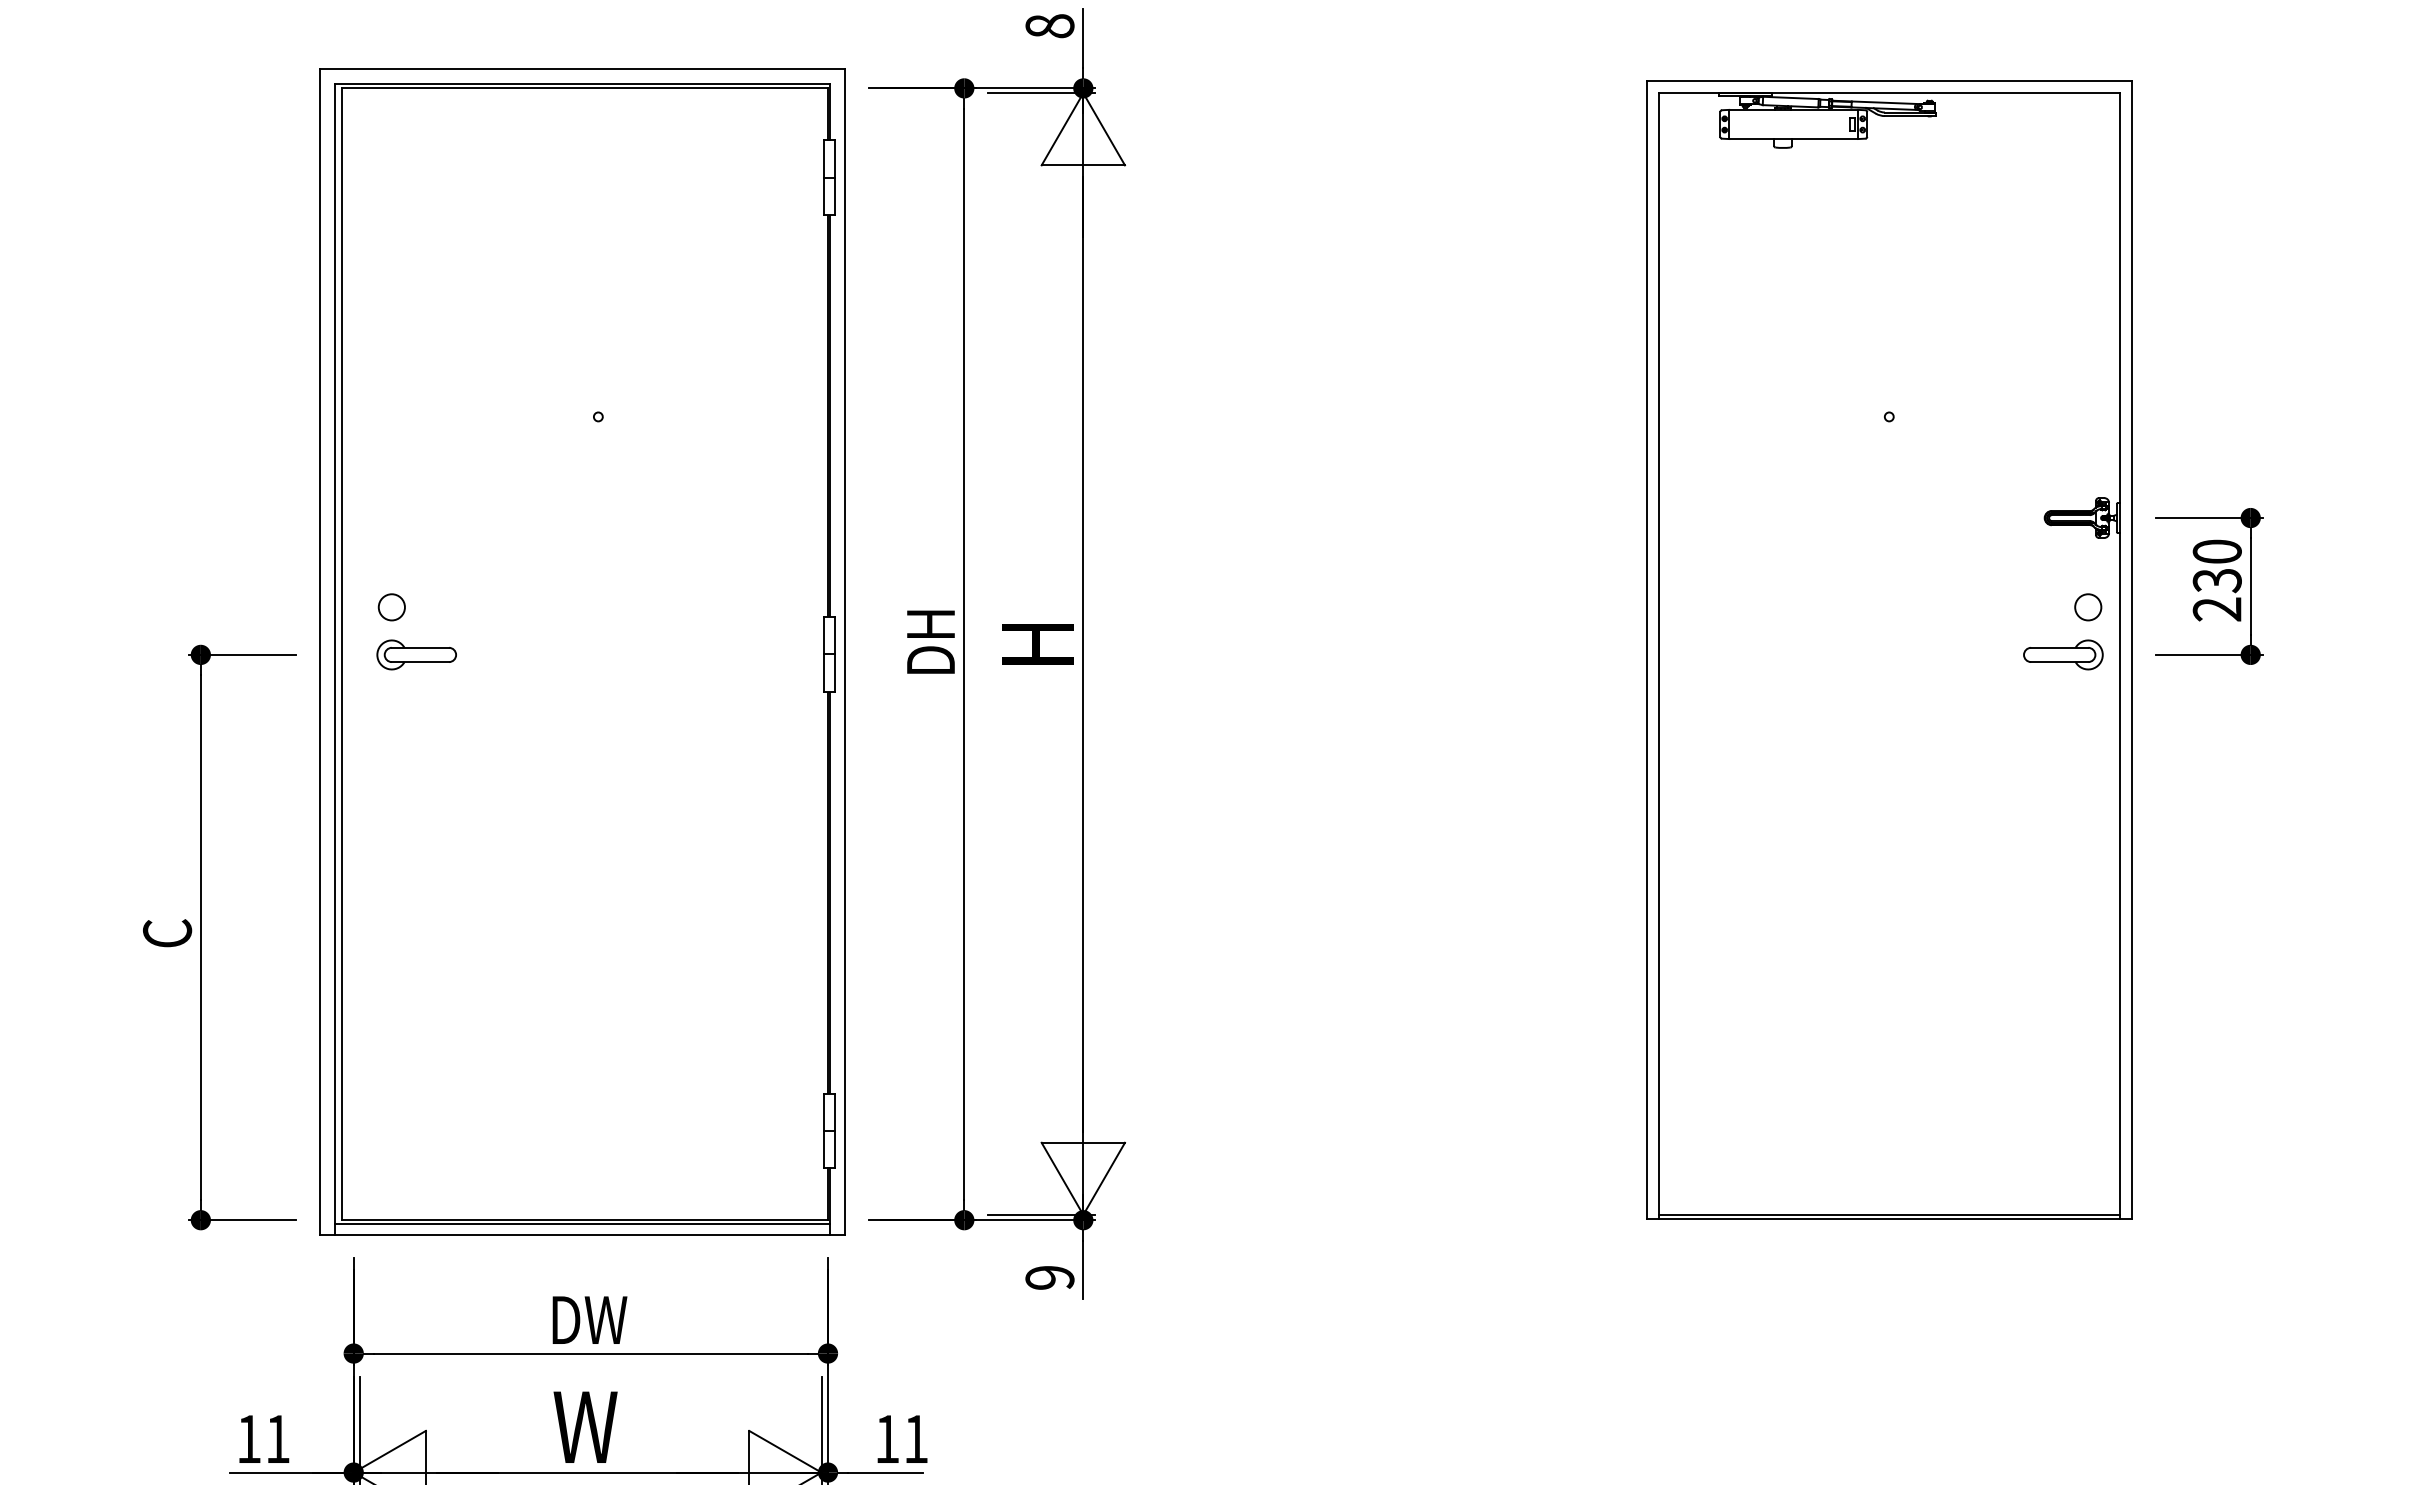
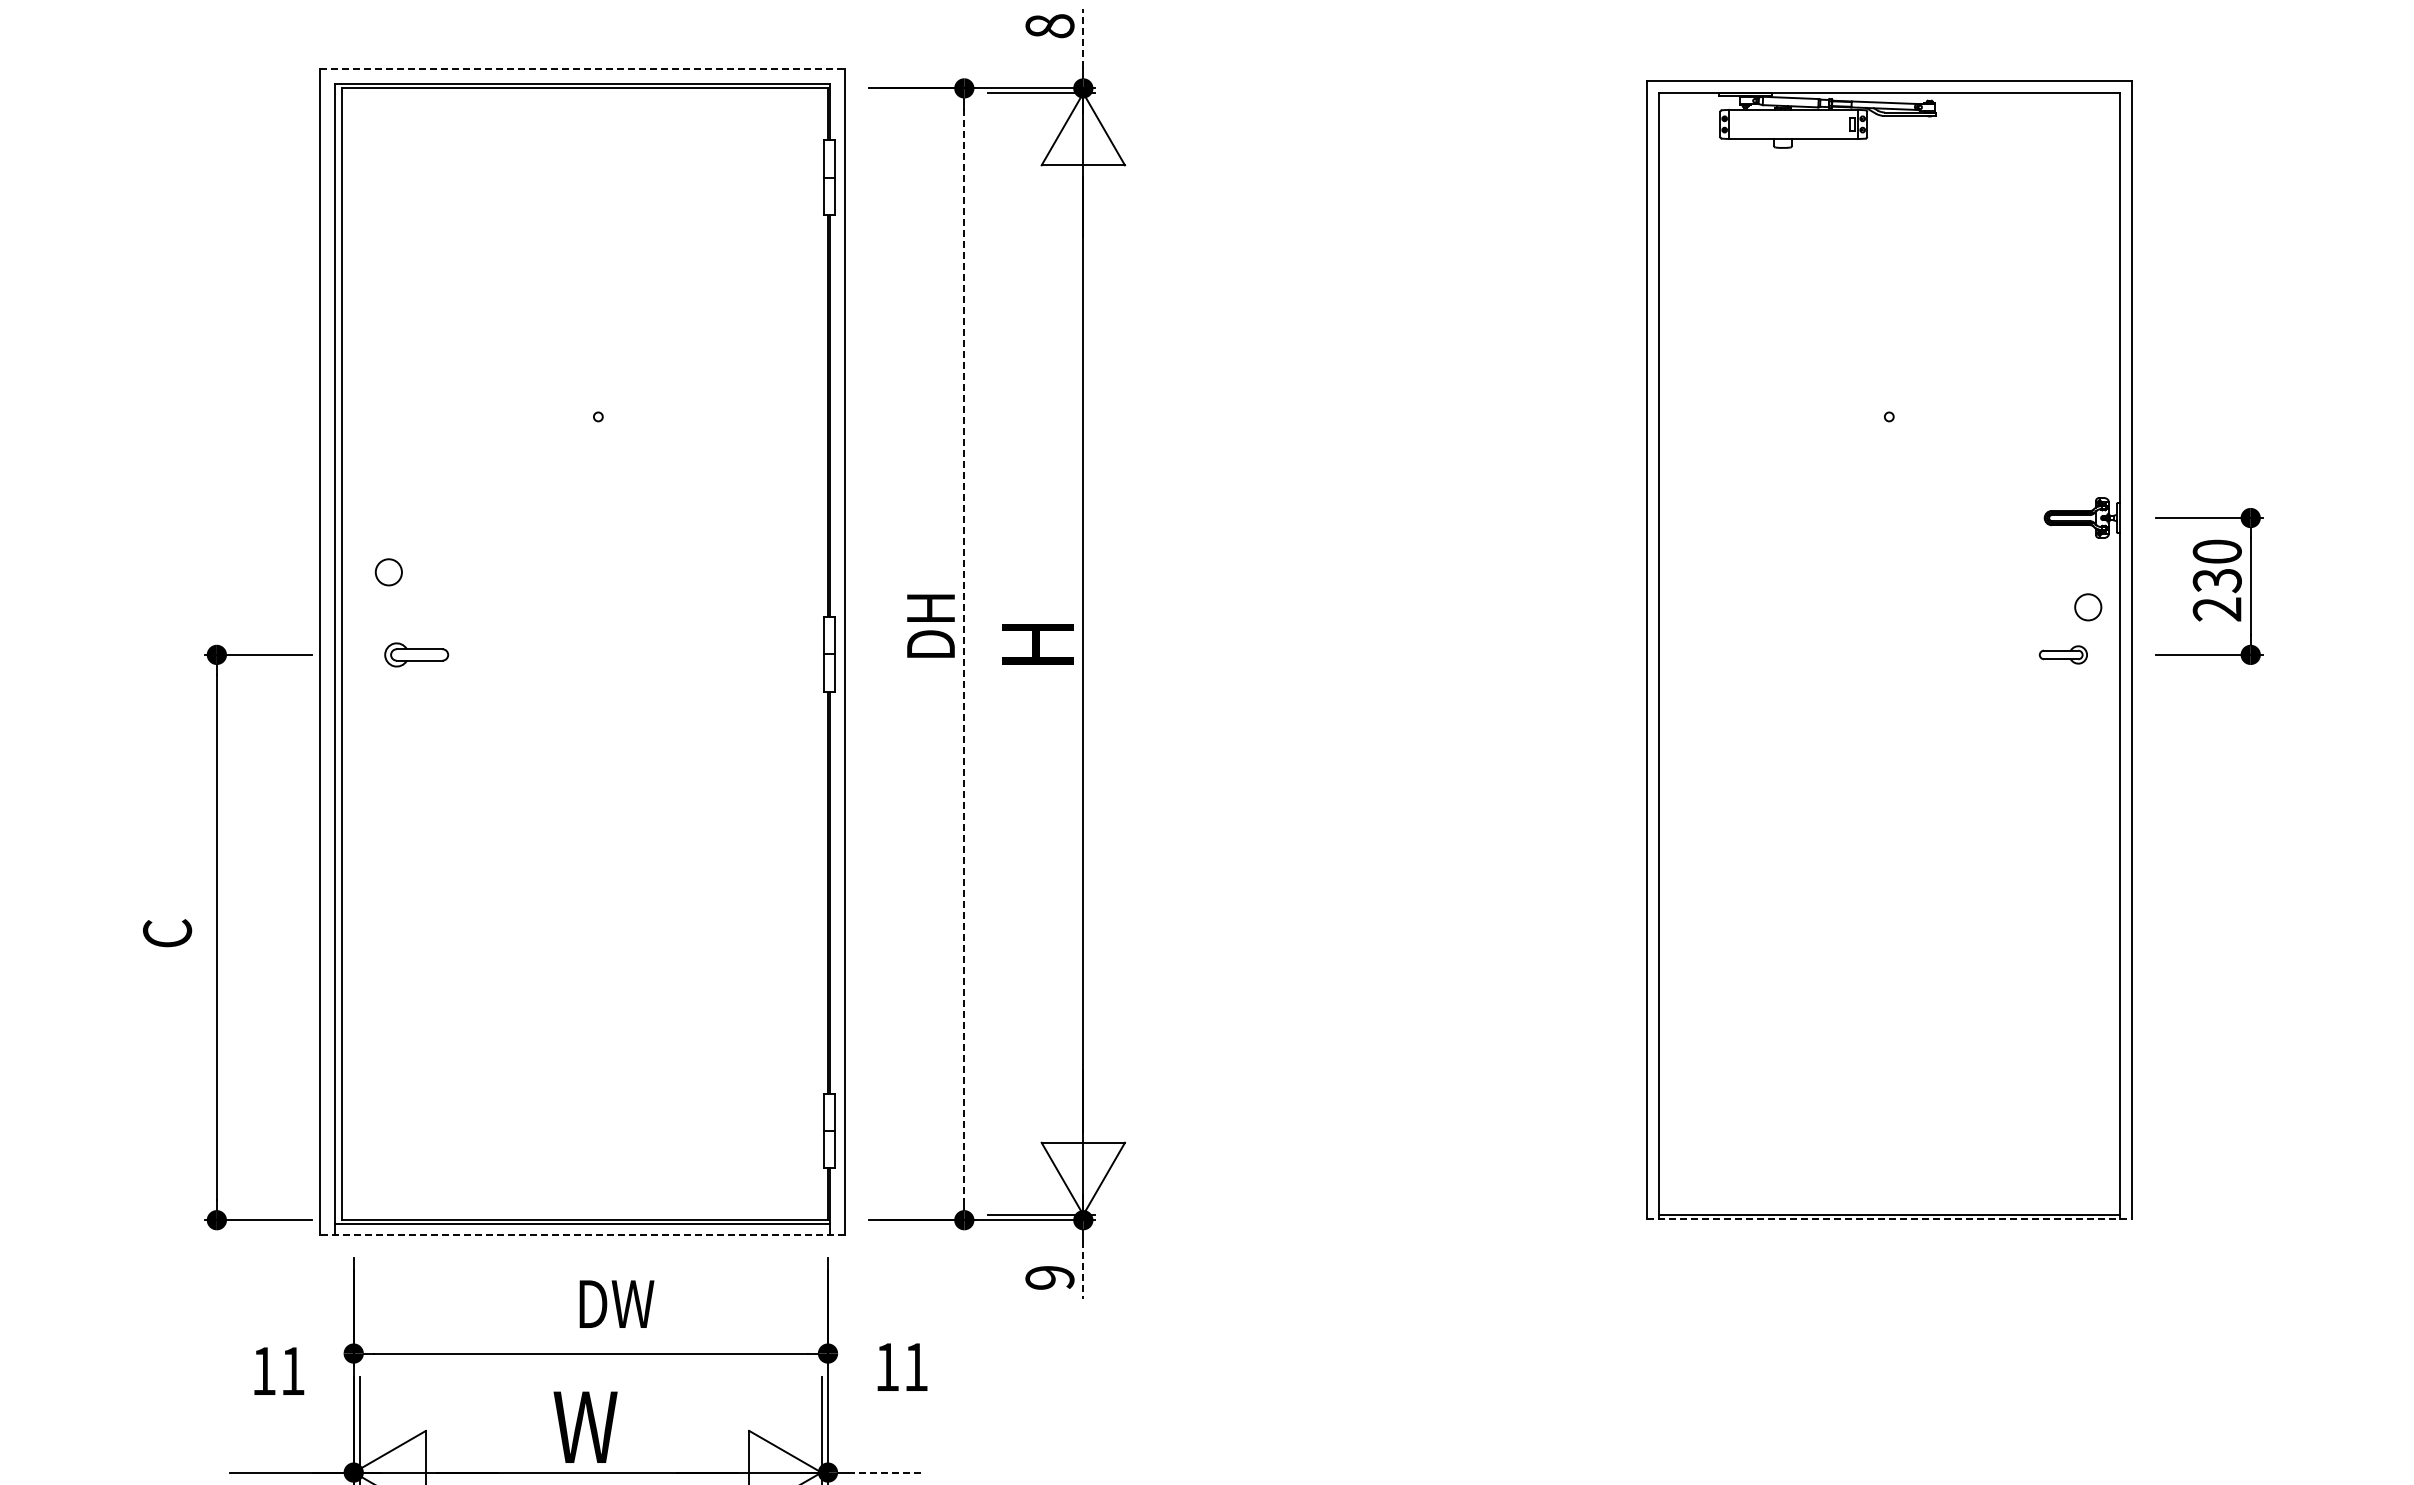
line at (1083, 38): solid -> dashed
line at (582, 69): solid -> dashed
circle at (391, 607) position: (391, 607) -> (388, 572)
text at (930, 641) position: (930, 641) -> (930, 625)
part at (416, 654) size: 81x32 px -> 66x26 px
line at (964, 654): solid -> dashed
part at (2063, 654) size: 81x32 px -> 49x20 px
part at (201, 937) position: (201, 937) -> (217, 937)
line at (1889, 1219): solid -> dashed
line at (582, 1234): solid -> dashed
line at (1083, 1270): solid -> dashed
text at (589, 1319) position: (589, 1319) -> (616, 1303)
text at (264, 1438) position: (264, 1438) -> (279, 1370)
text at (902, 1438) position: (902, 1438) -> (902, 1366)
line at (885, 1472): solid -> dashed
